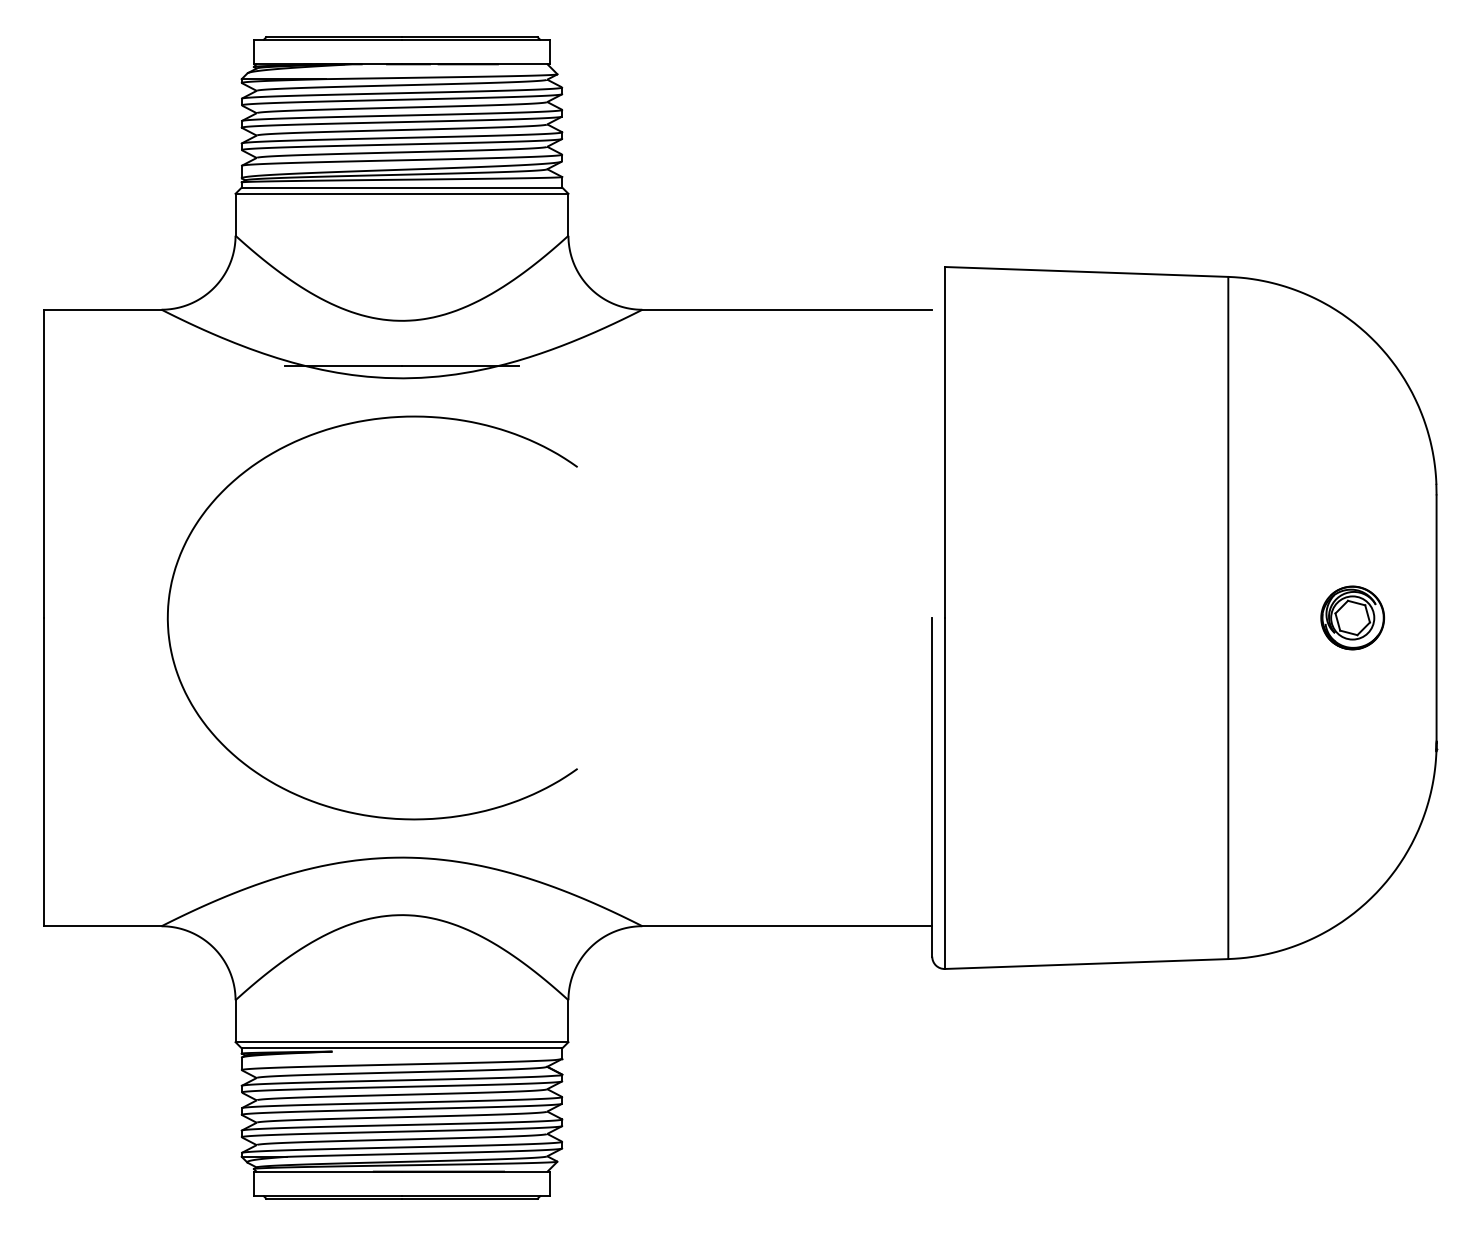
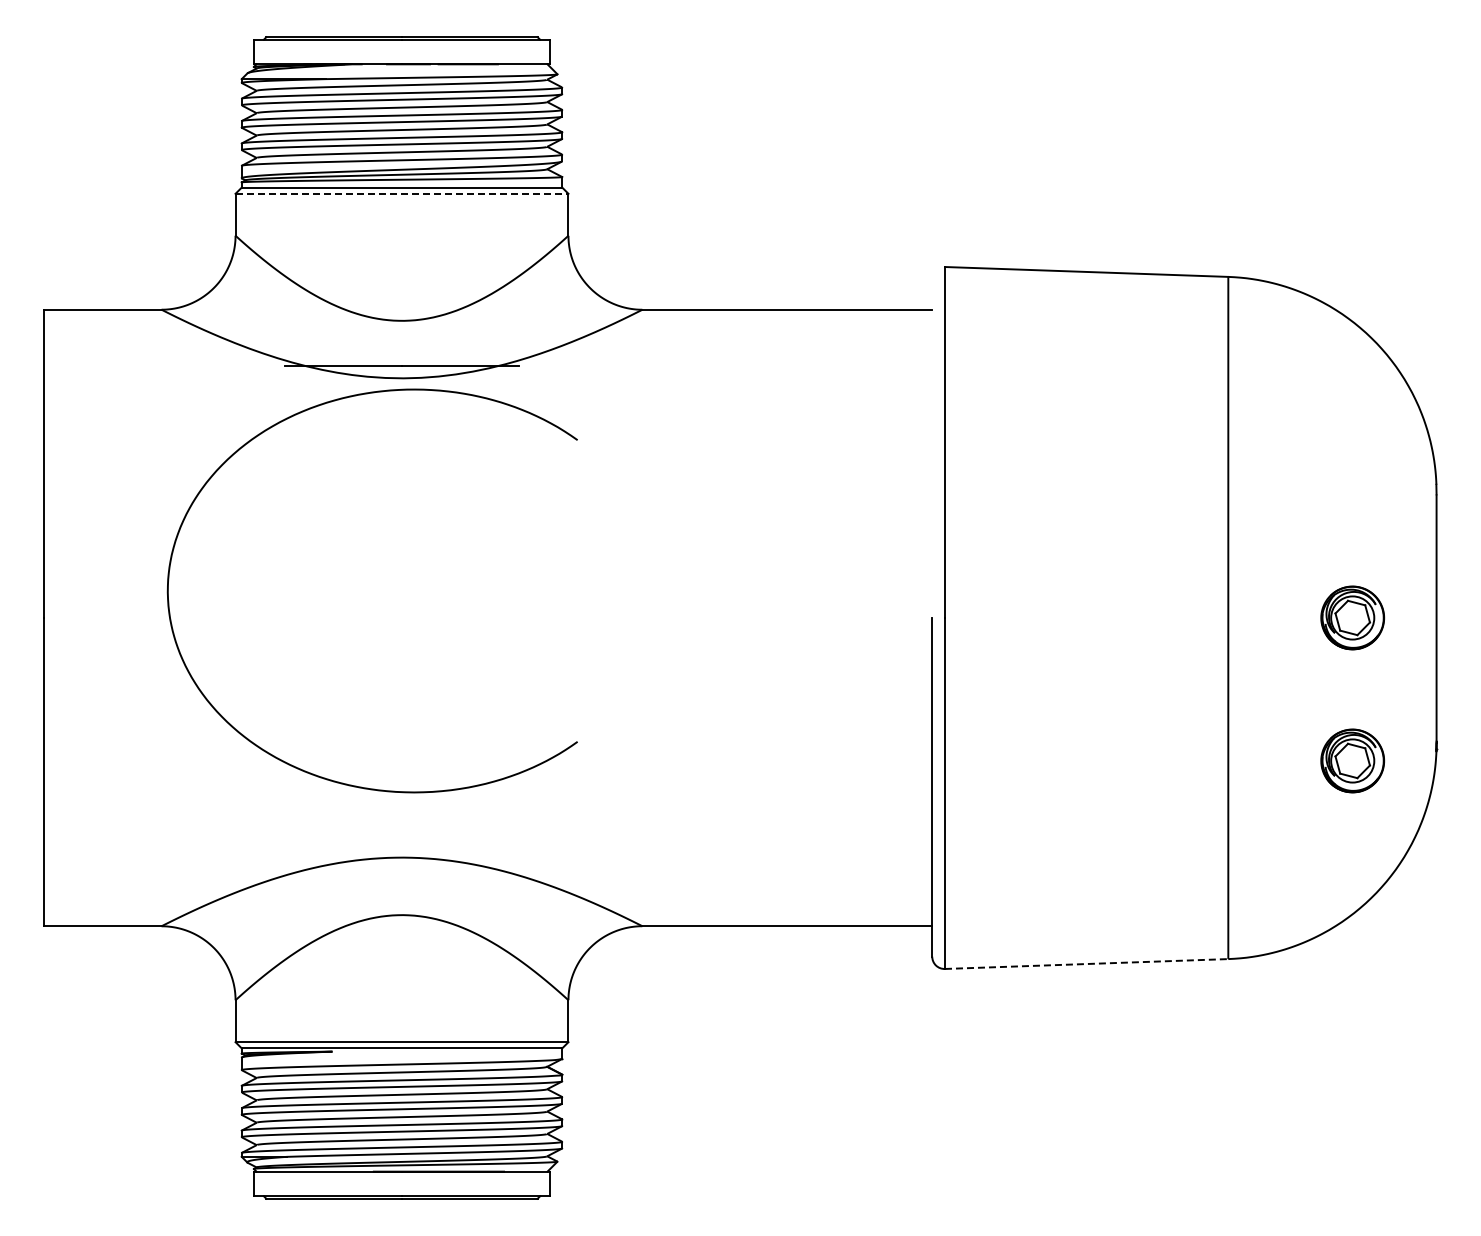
line at (402, 193): solid -> dashed
curve at (278, 451) position: (278, 451) -> (278, 424)
part at (1352, 760): none -> present
line at (1086, 964): solid -> dashed
